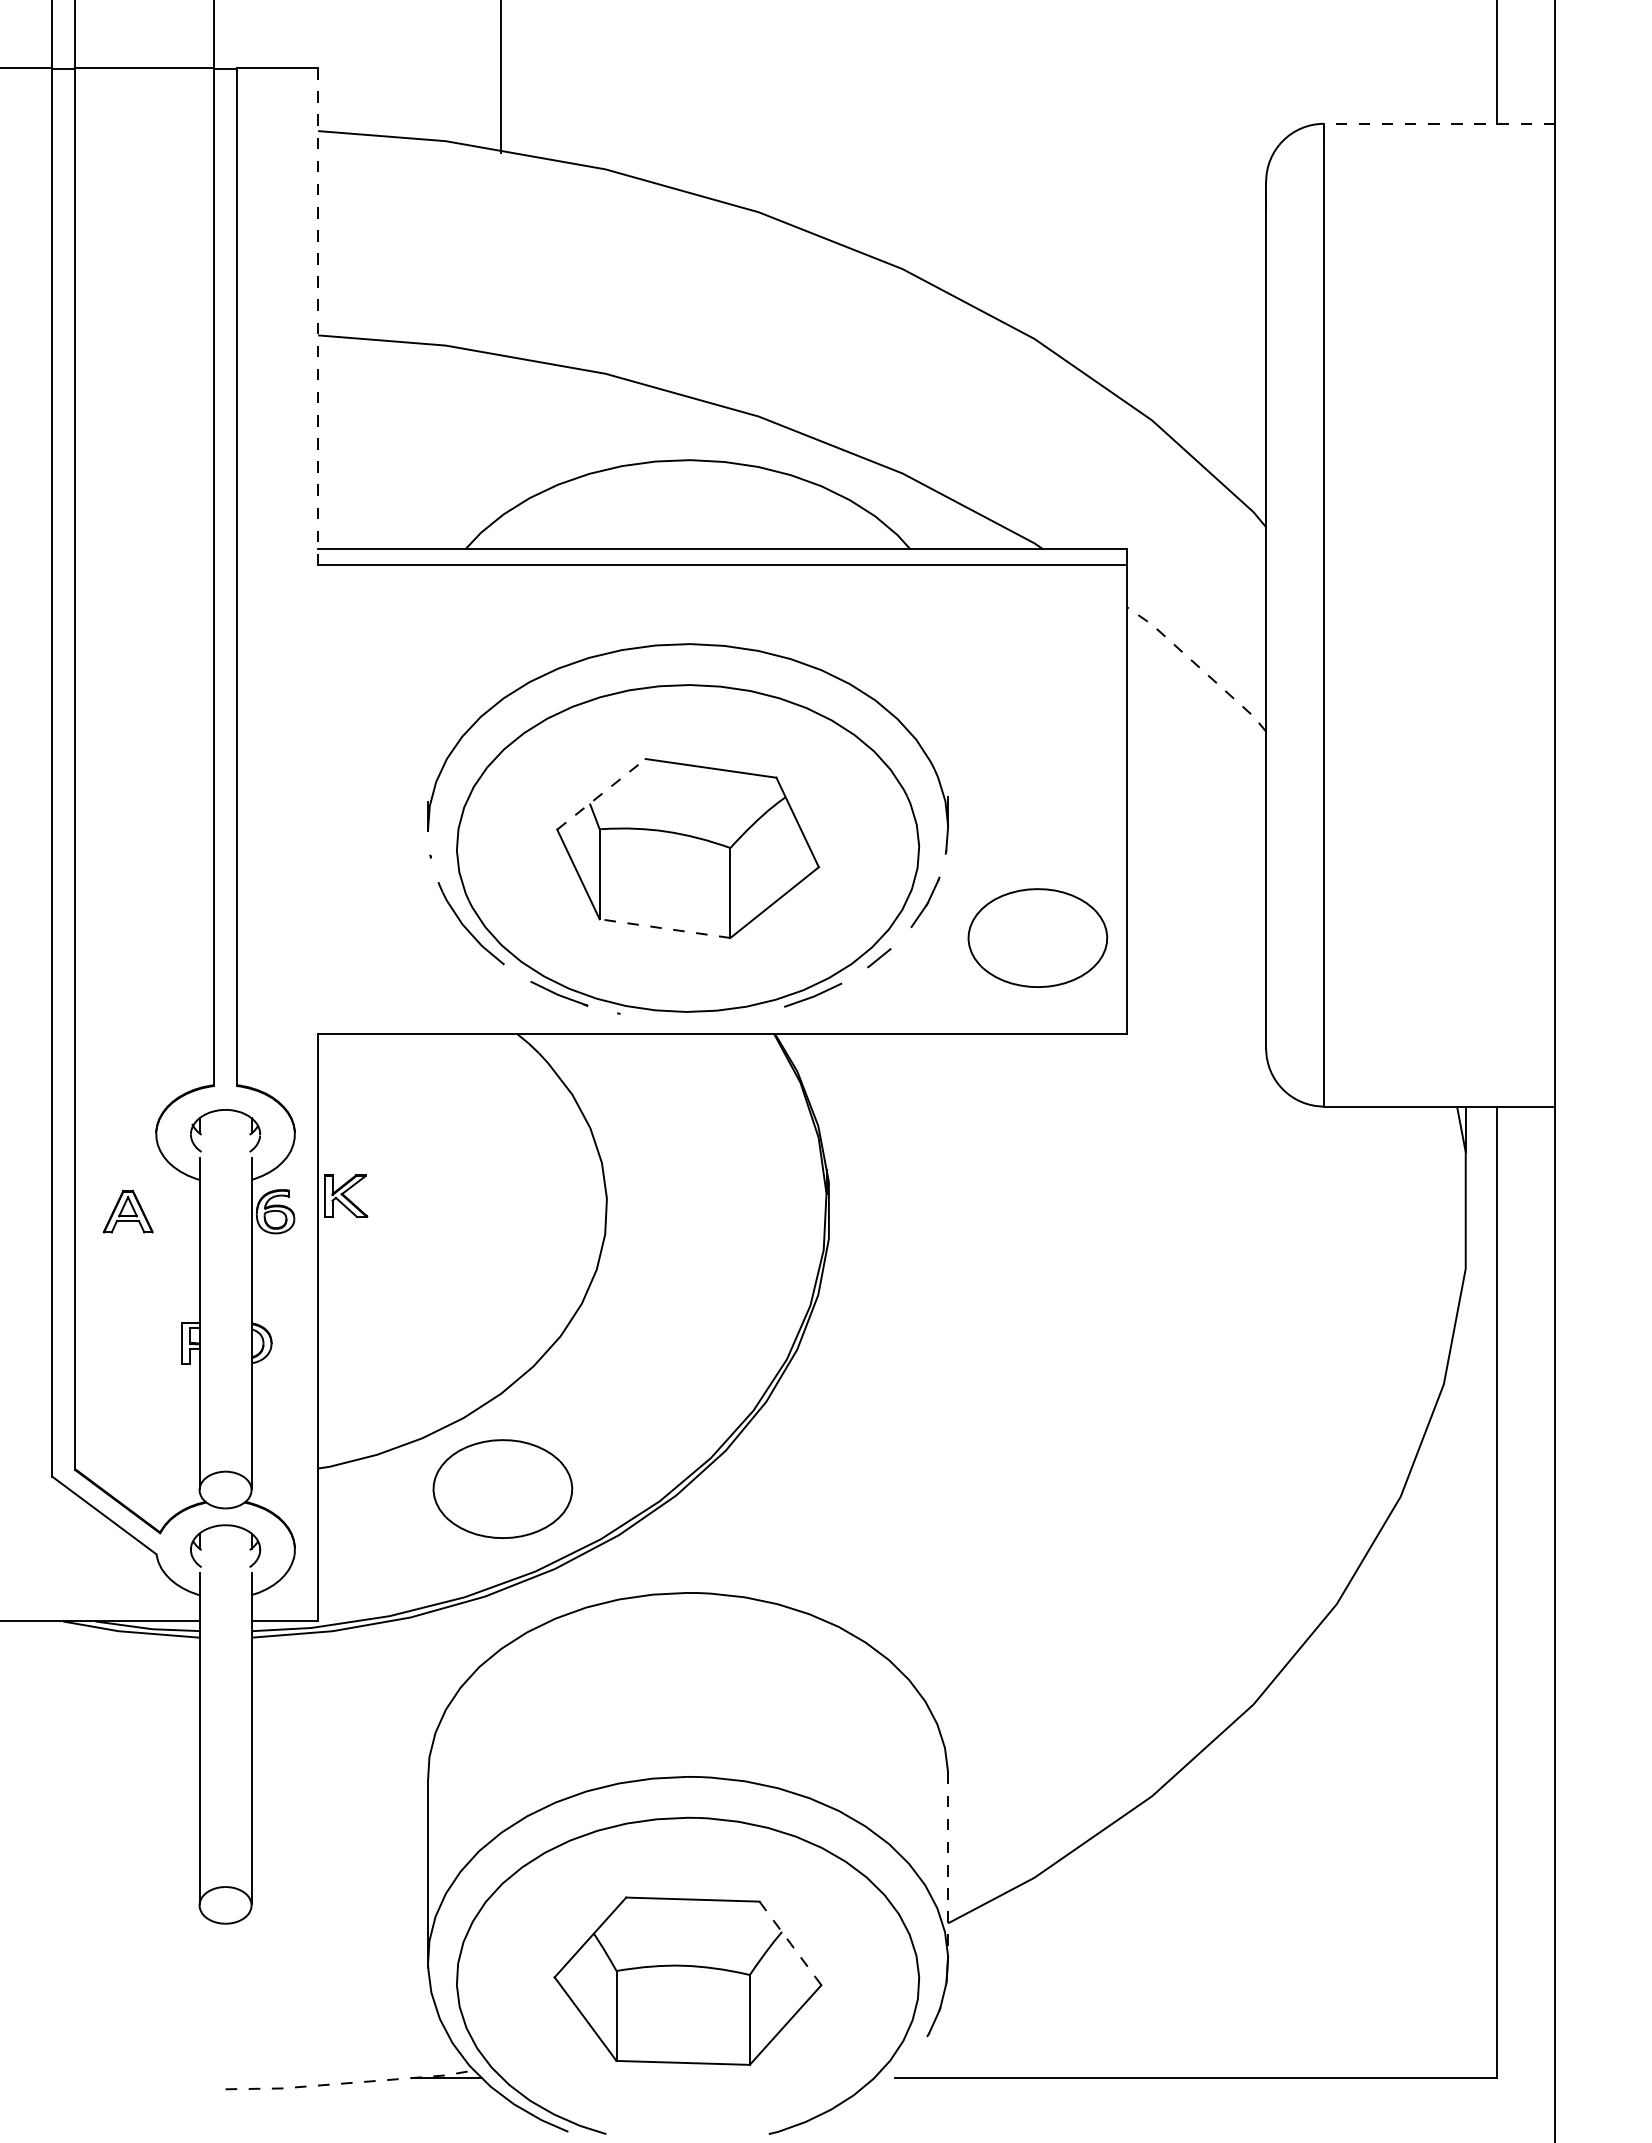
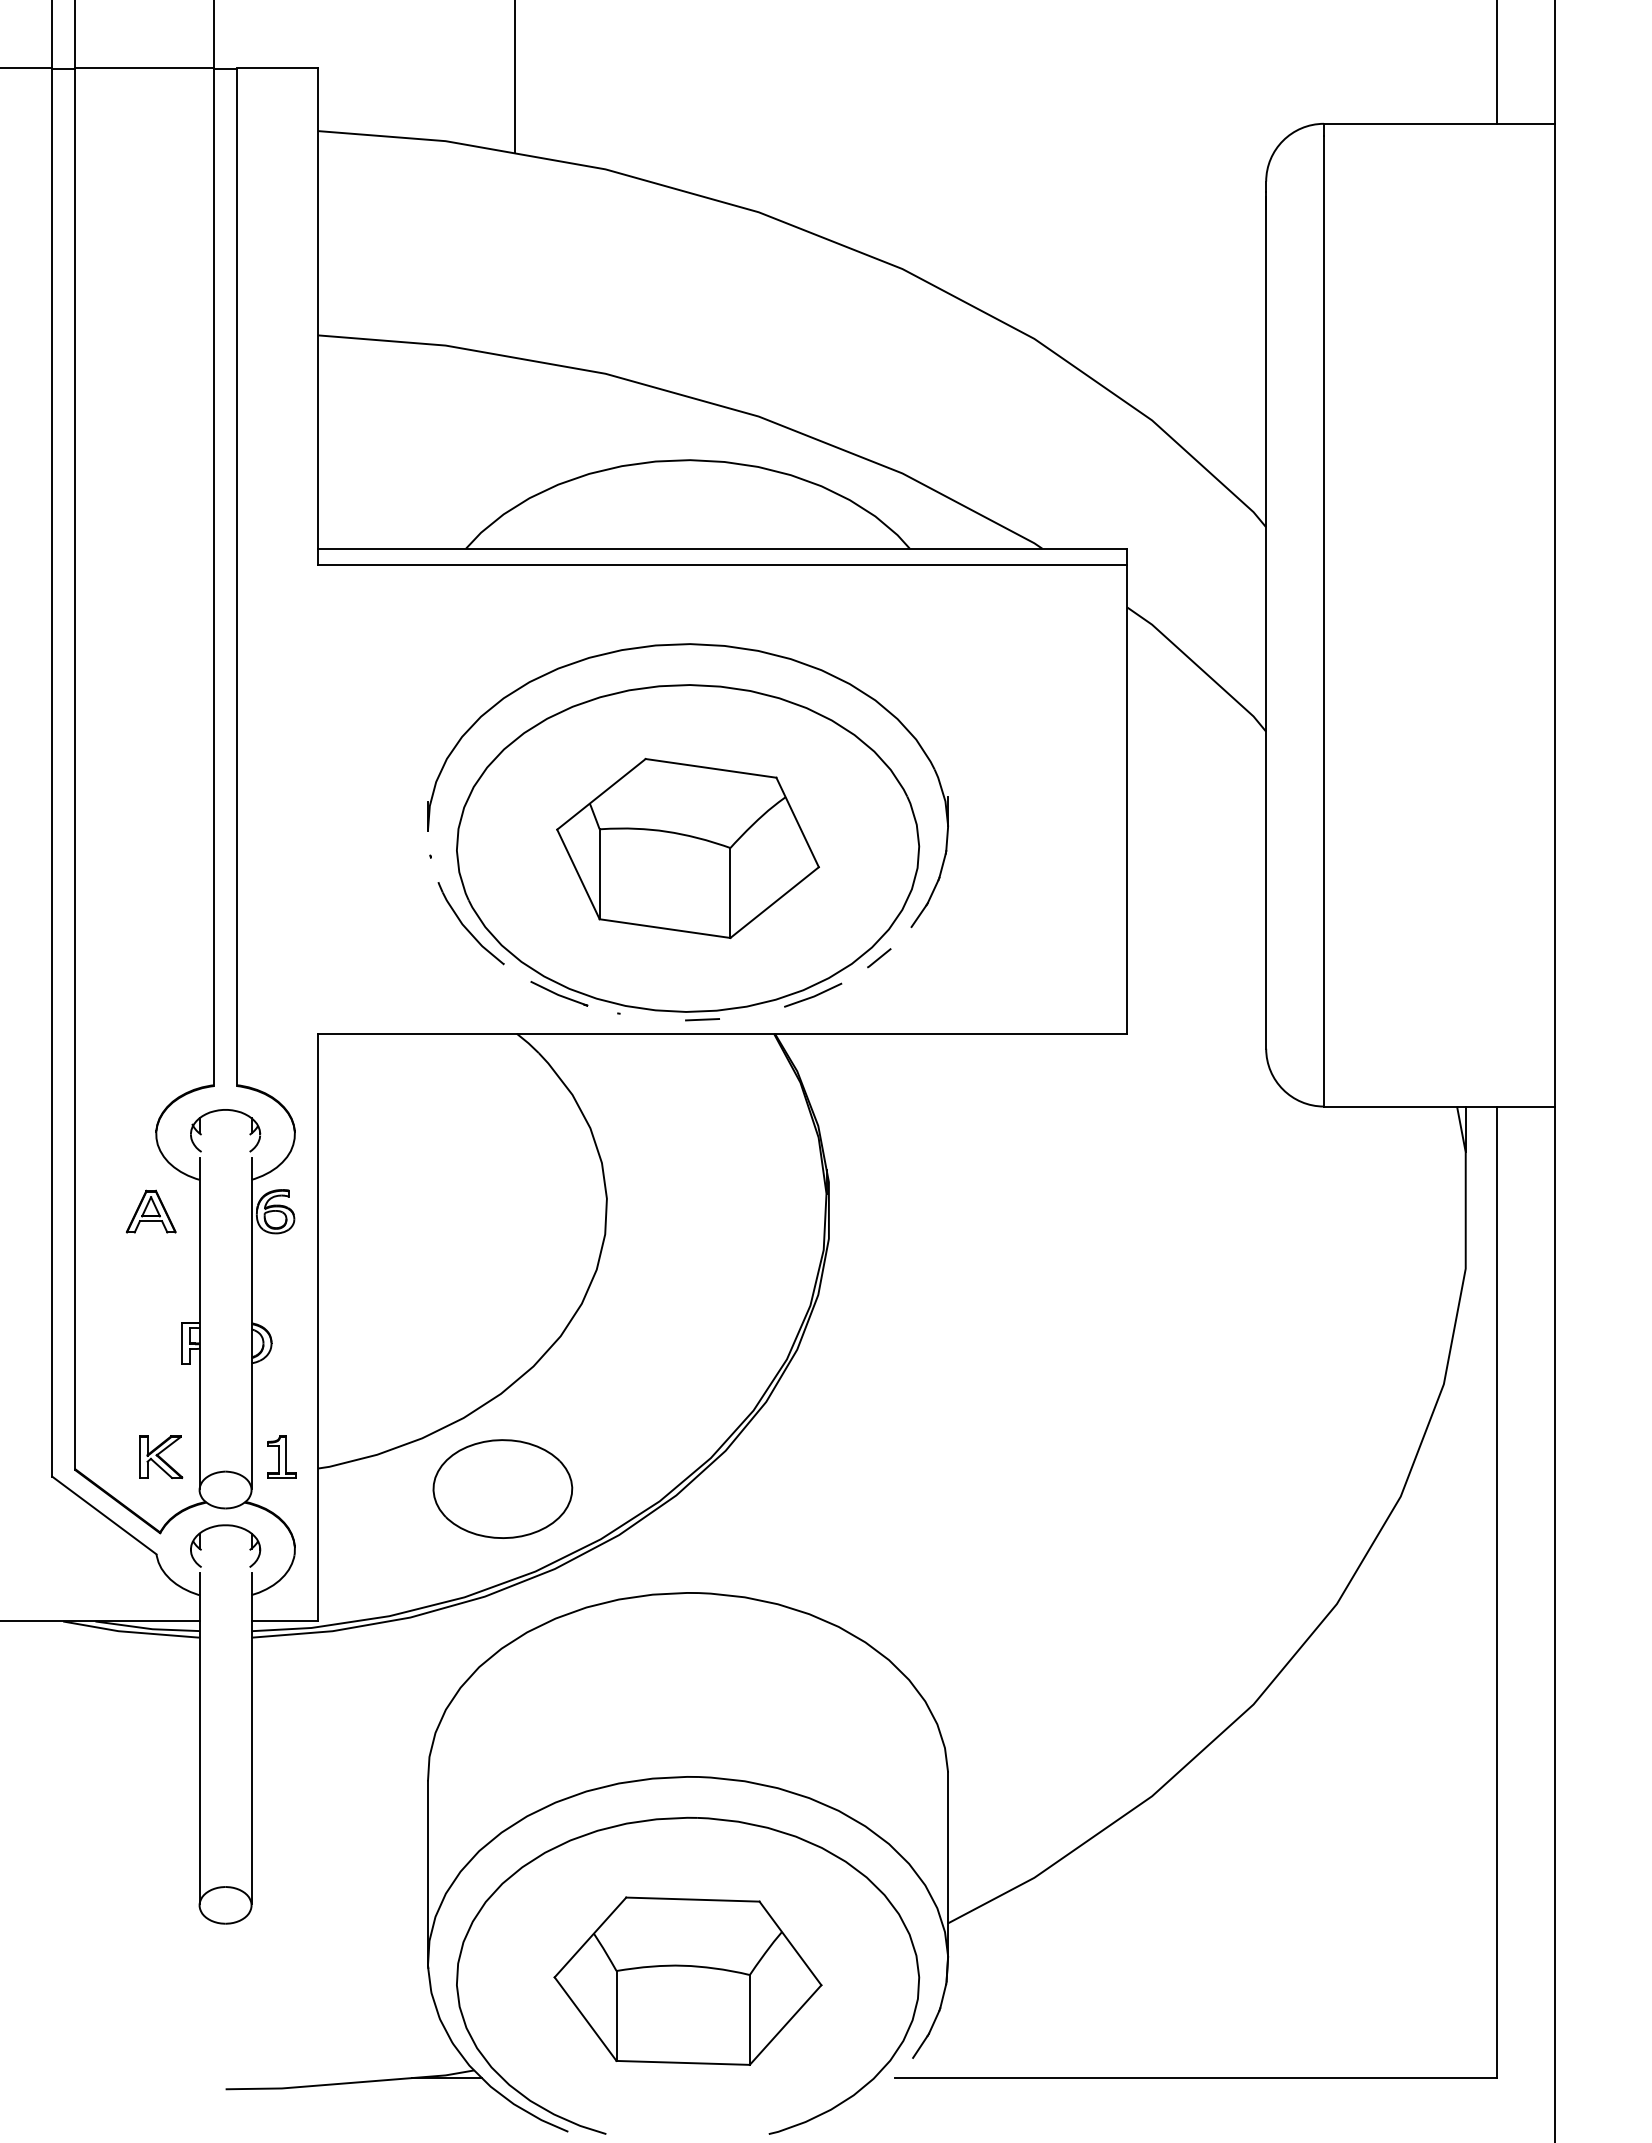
line at (500, 77) position: (500, 77) -> (514, 77)
line at (1439, 123): dashed -> solid
line at (318, 317): dashed -> solid
line at (1198, 666): dashed -> solid
line at (601, 794): dashed -> solid
line at (942, 865): none -> present
line at (664, 928): dashed -> solid
part at (1037, 937): present -> none
line at (702, 1019): none -> present
part at (346, 1195) position: (346, 1195) -> (161, 1456)
part at (128, 1211) position: (128, 1211) -> (151, 1211)
part at (281, 1456): none -> present
line at (948, 1864): dashed -> solid
line at (790, 1943): dashed -> solid
line at (920, 2046): none -> present
line at (350, 2083): dashed -> solid
